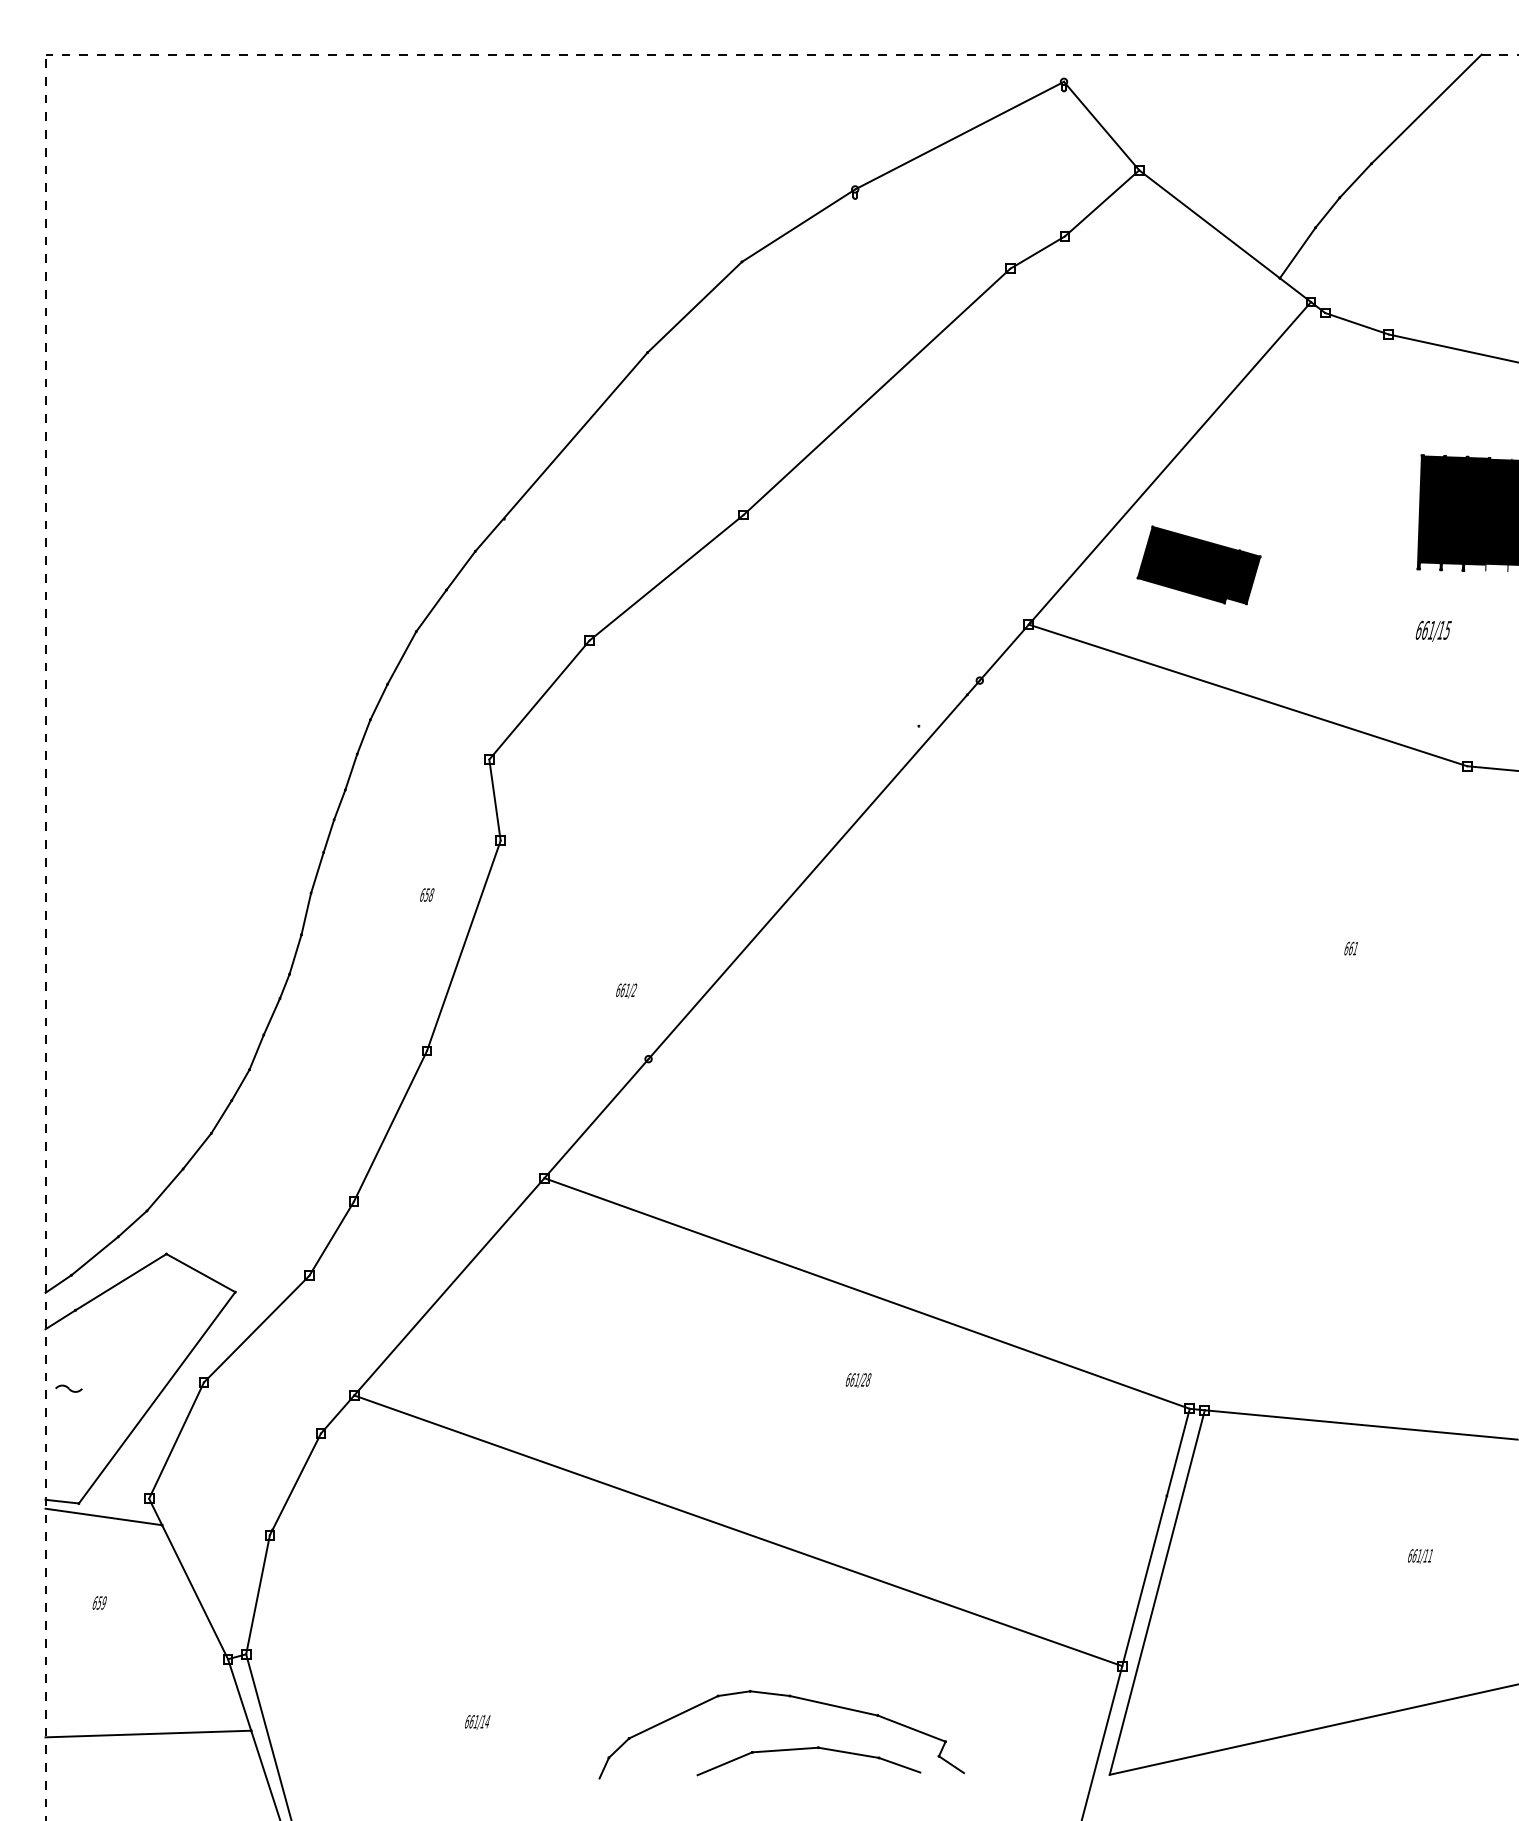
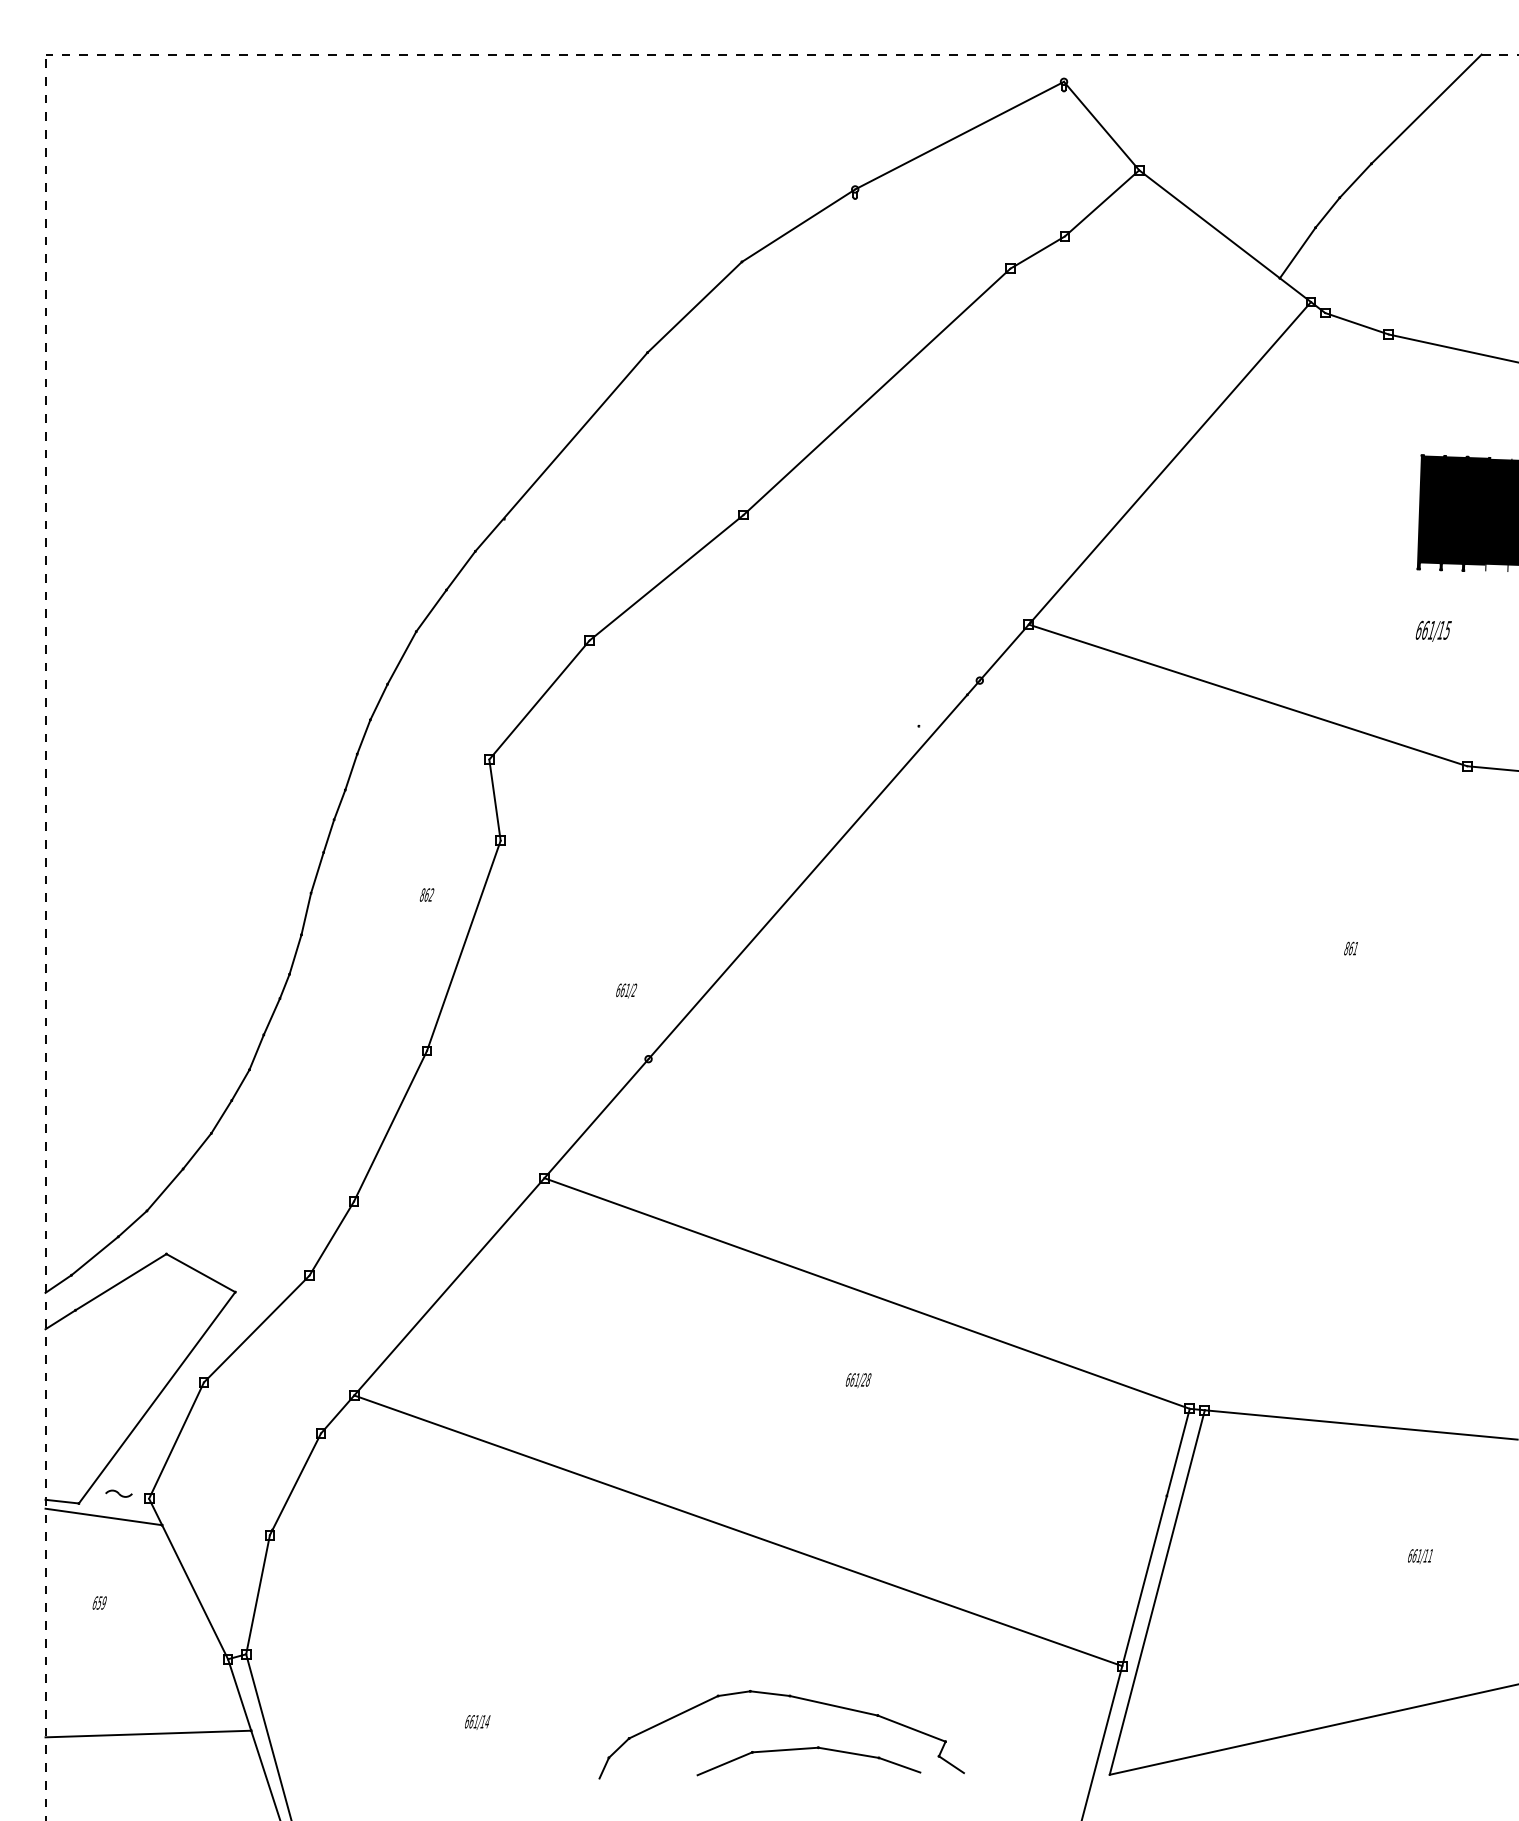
part at (1198, 565): present -> none
text at (426, 894): 658 -> 862
text at (1346, 948): 661 -> 861
part at (68, 1388) position: (68, 1388) -> (118, 1493)
